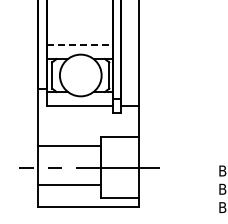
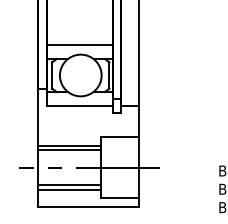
line at (79, 44): dashed -> solid
line at (68, 150): none -> present
line at (69, 189): none -> present
